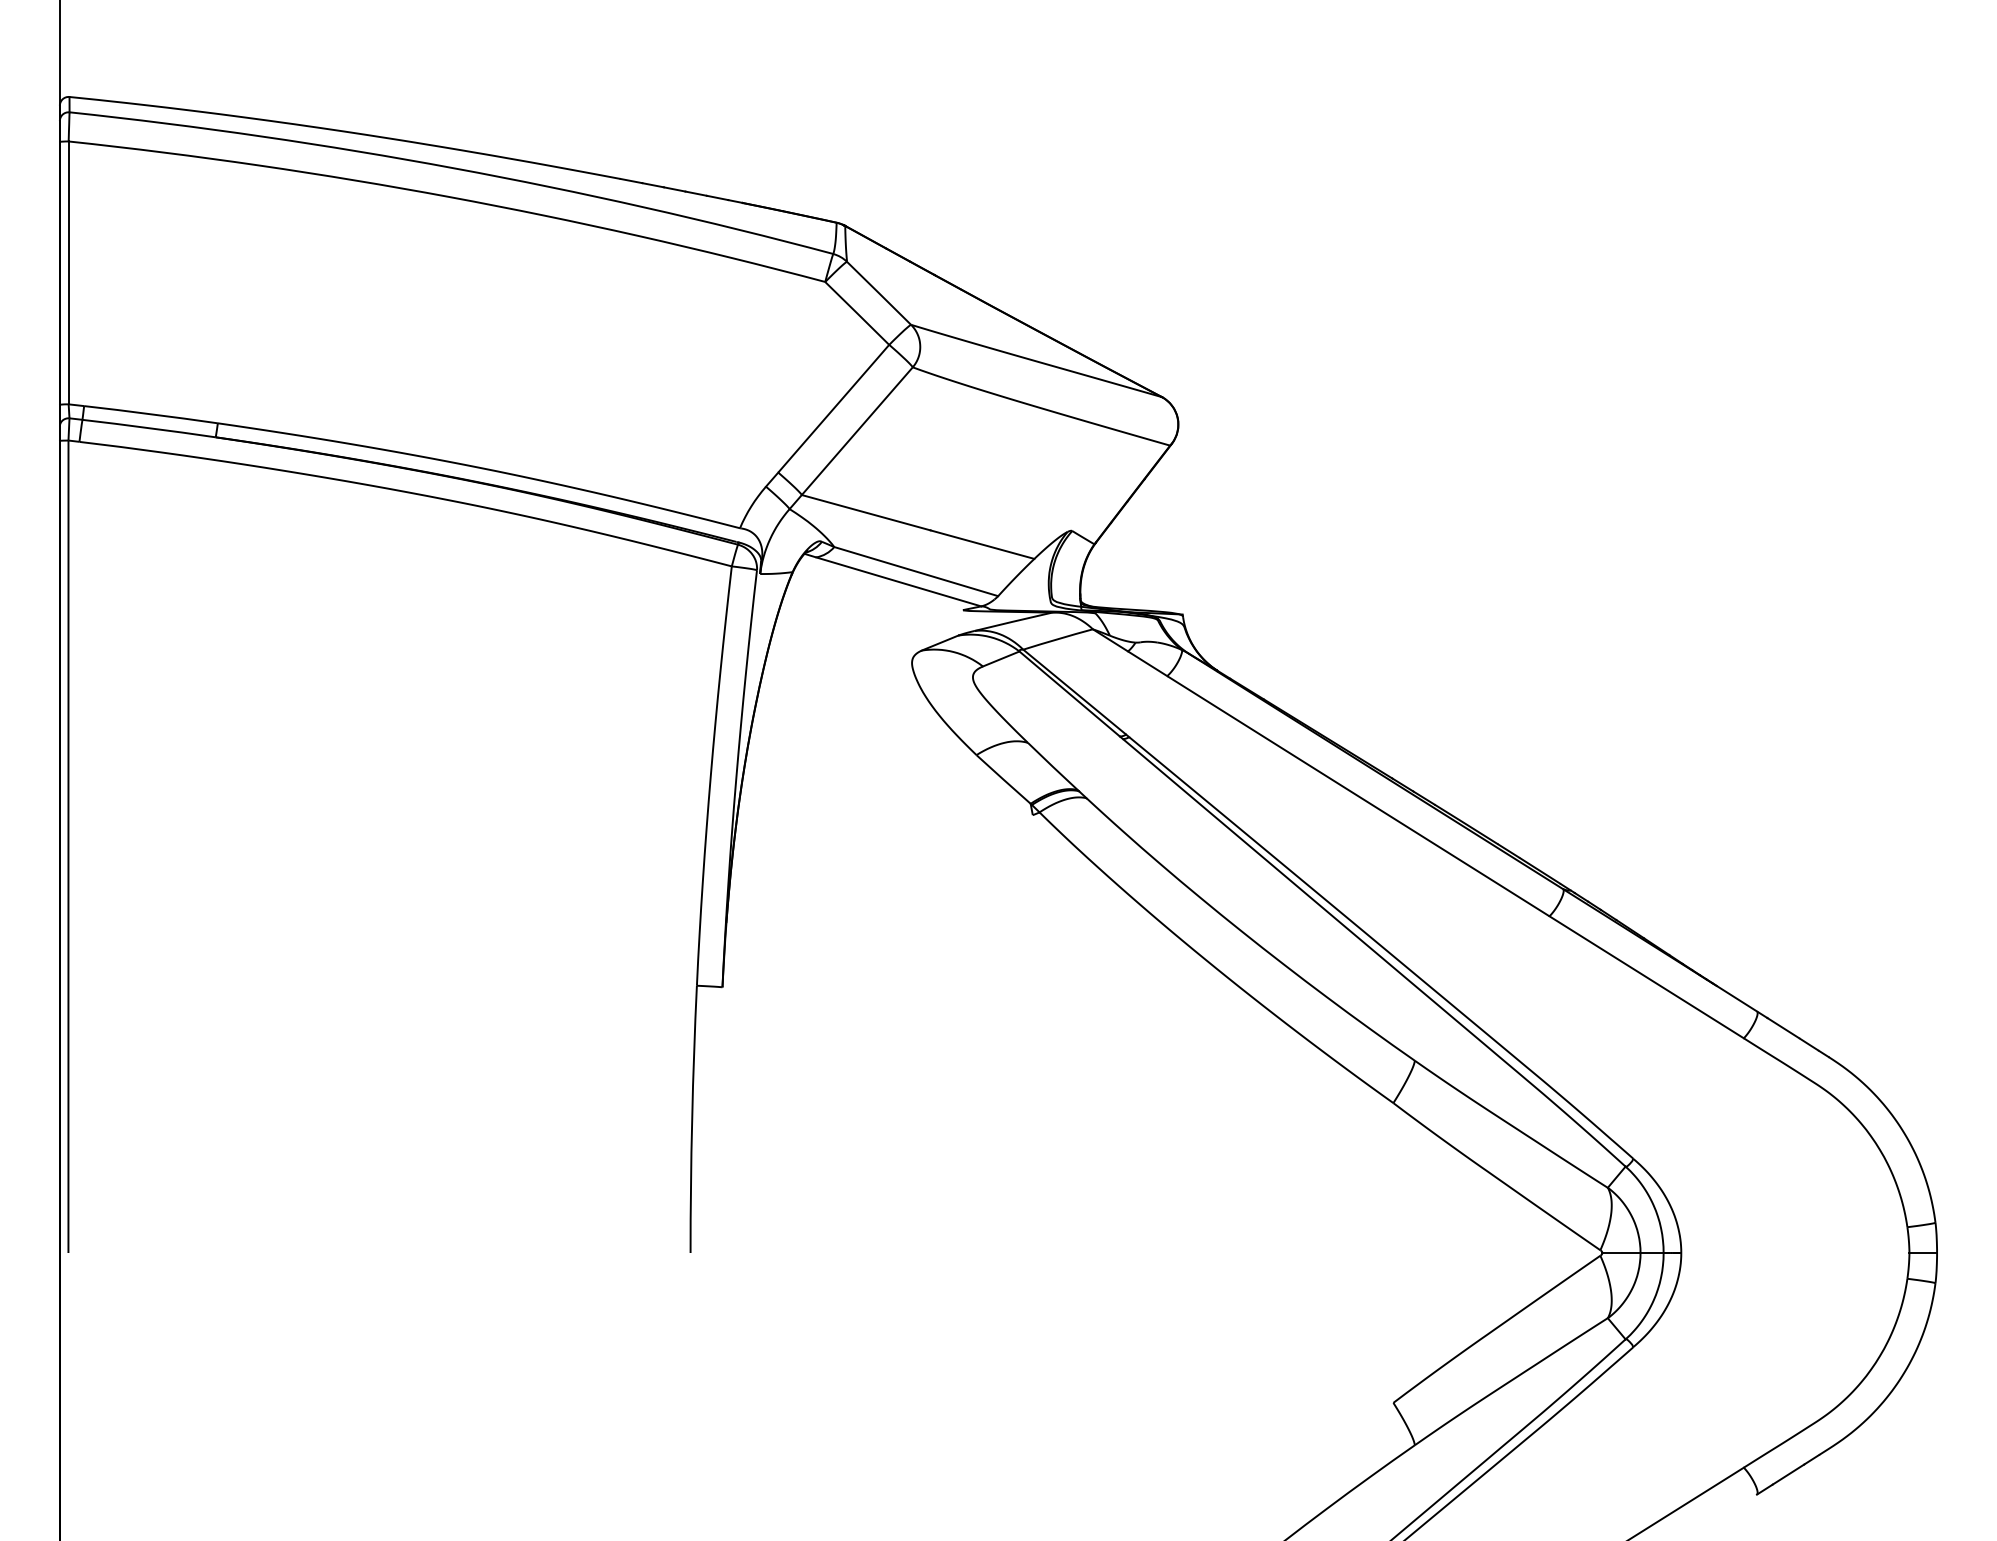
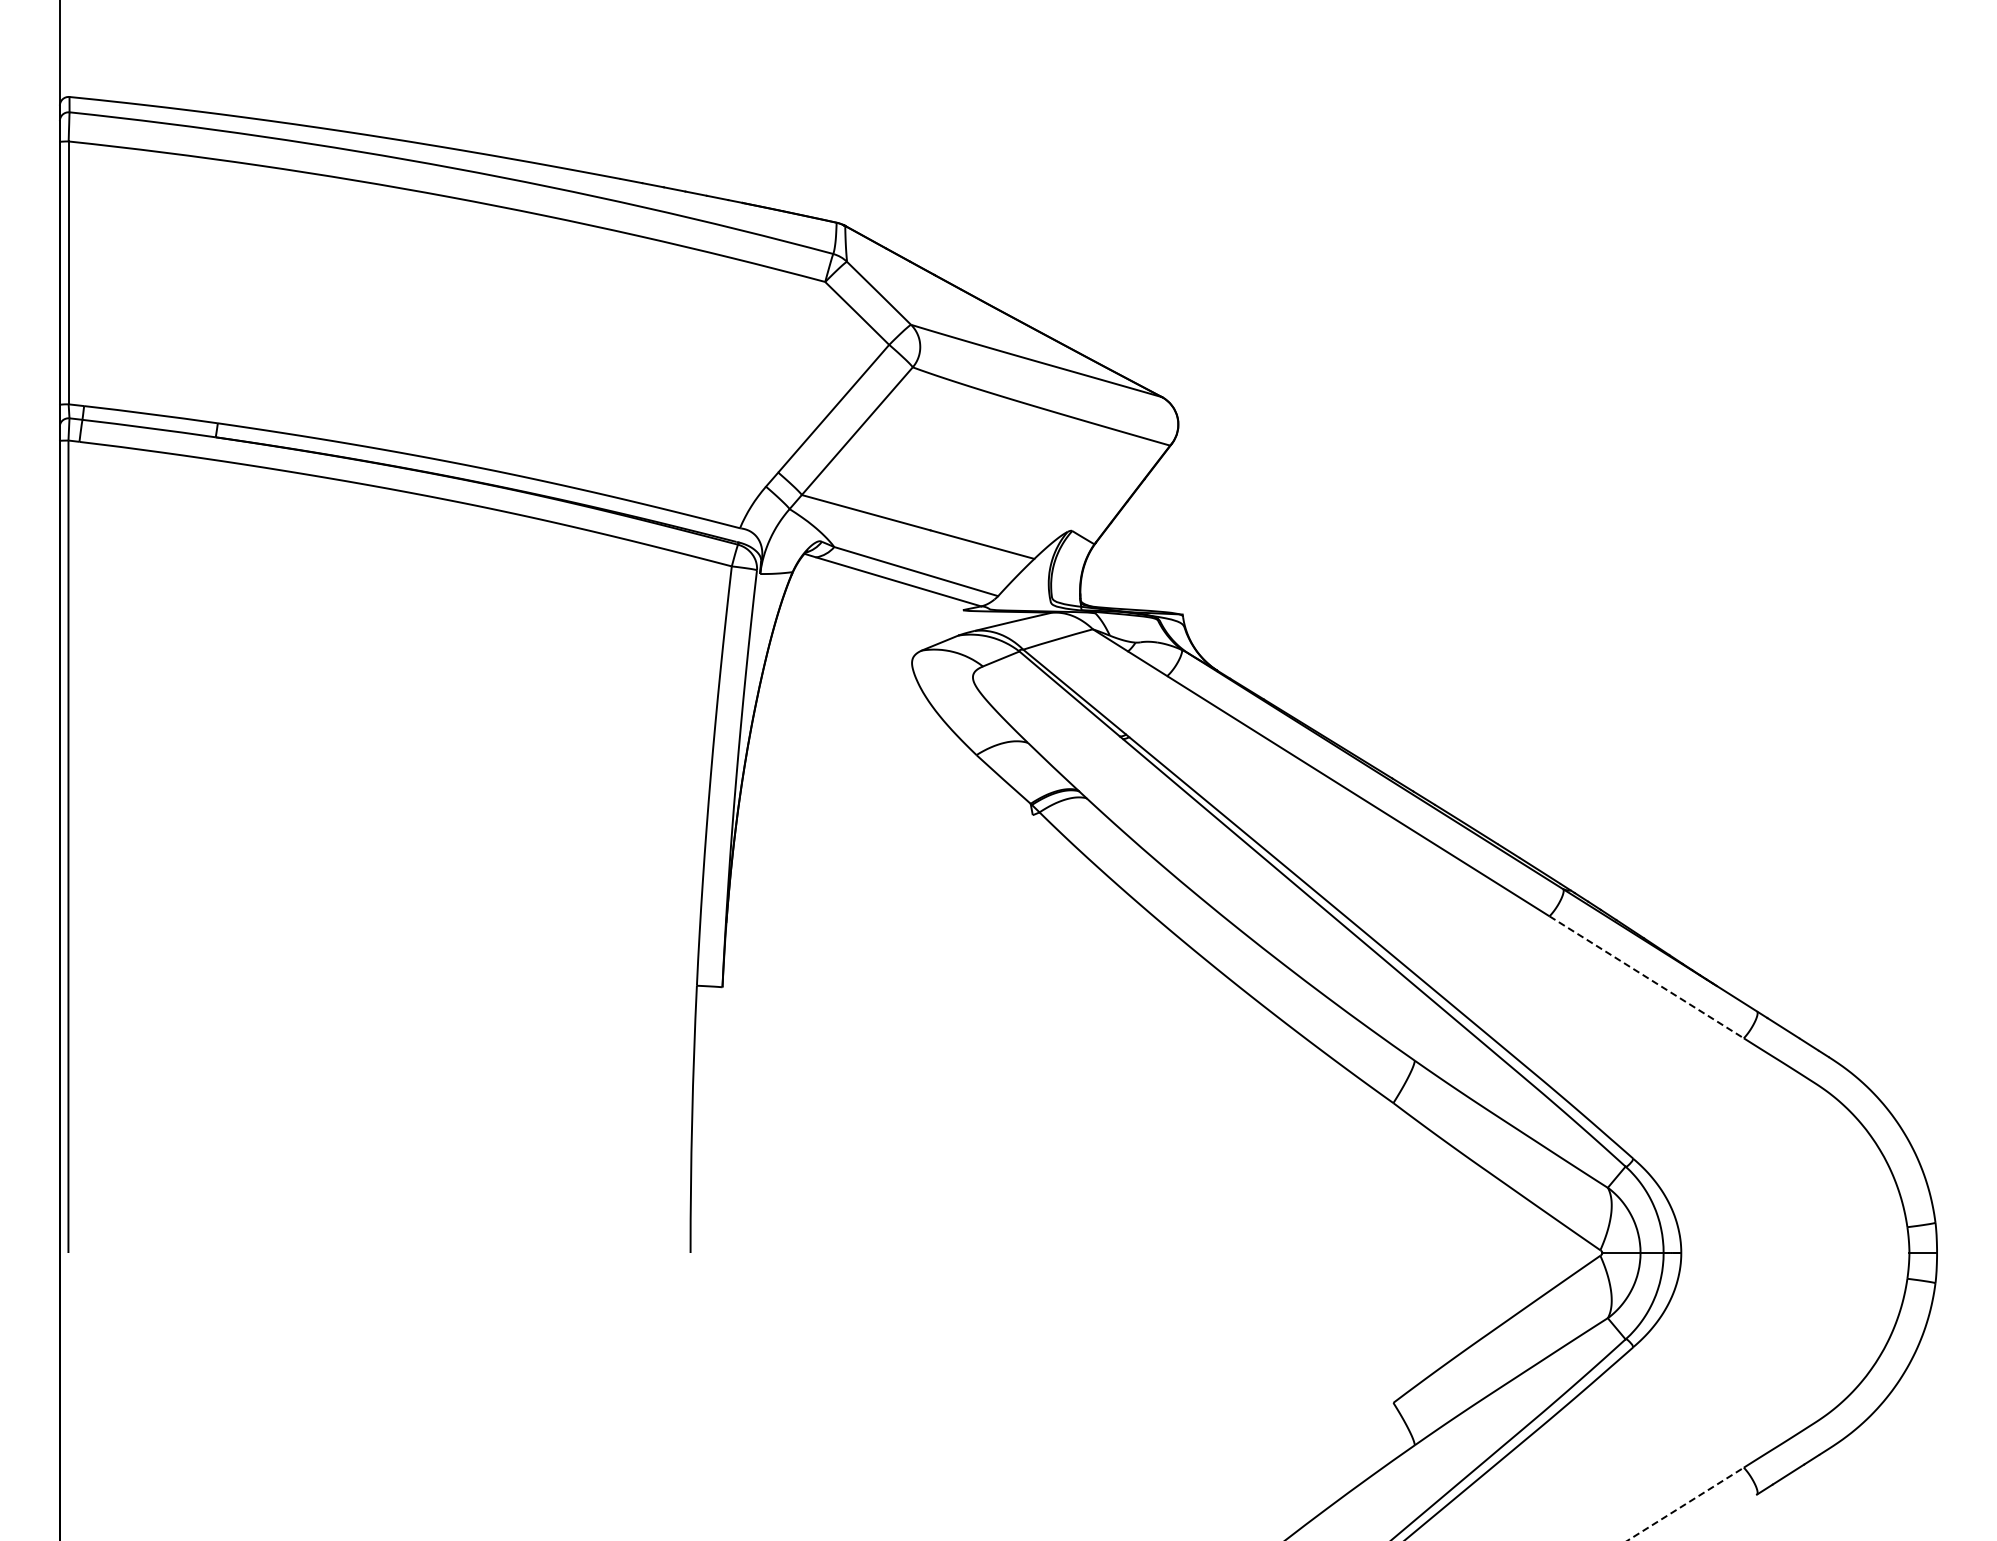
line at (1646, 977): solid -> dashed
line at (1685, 1504): solid -> dashed
